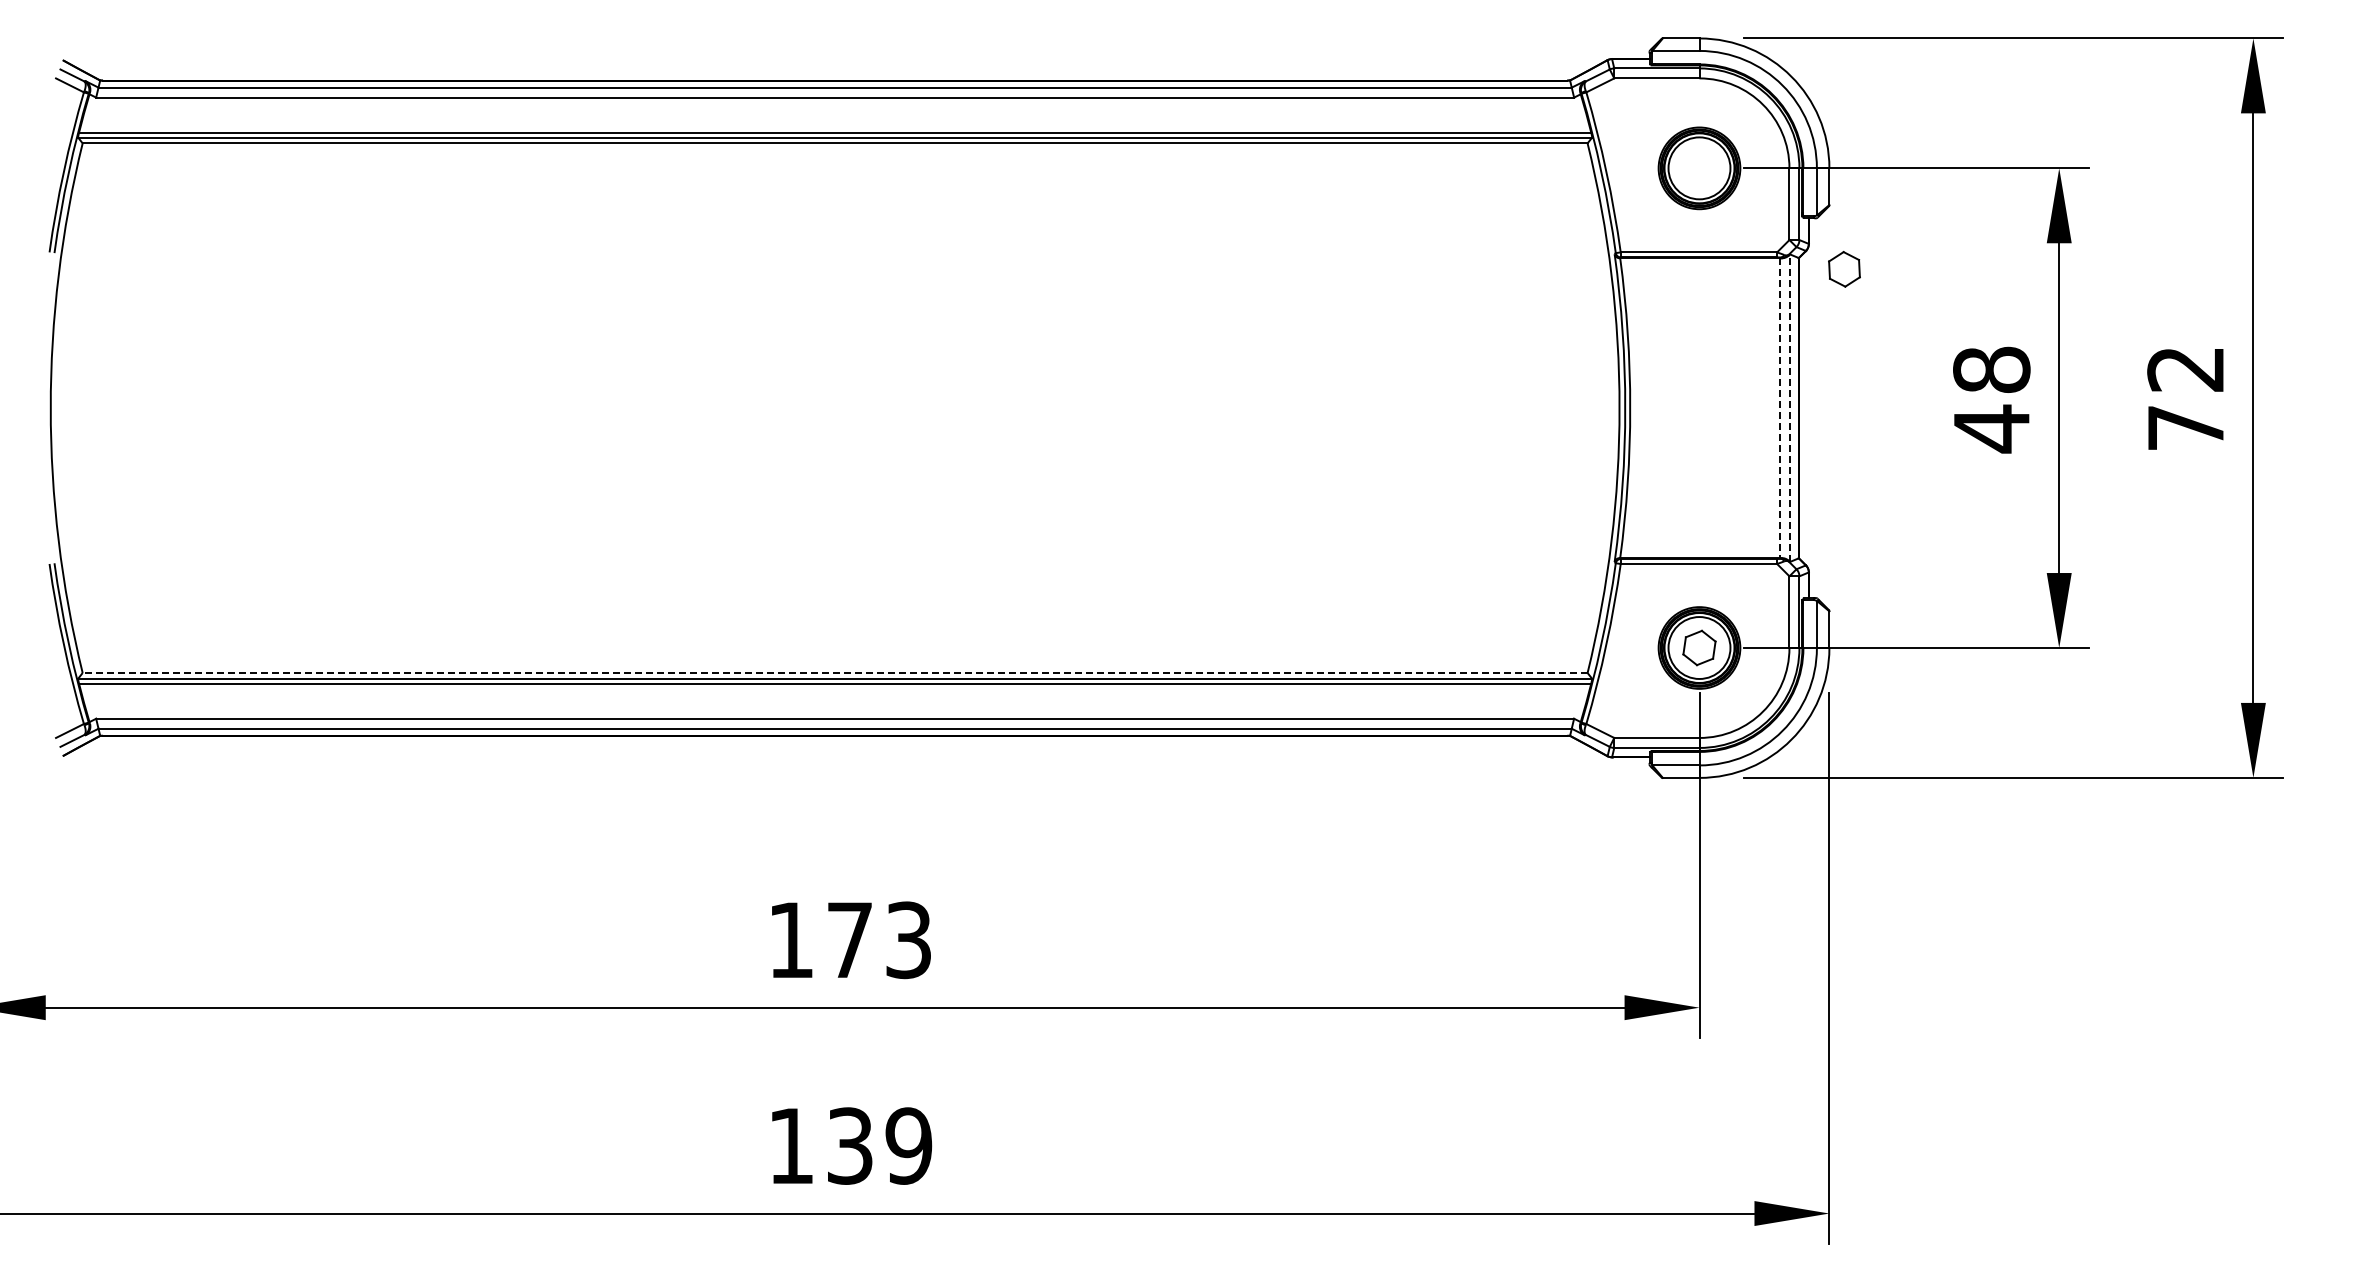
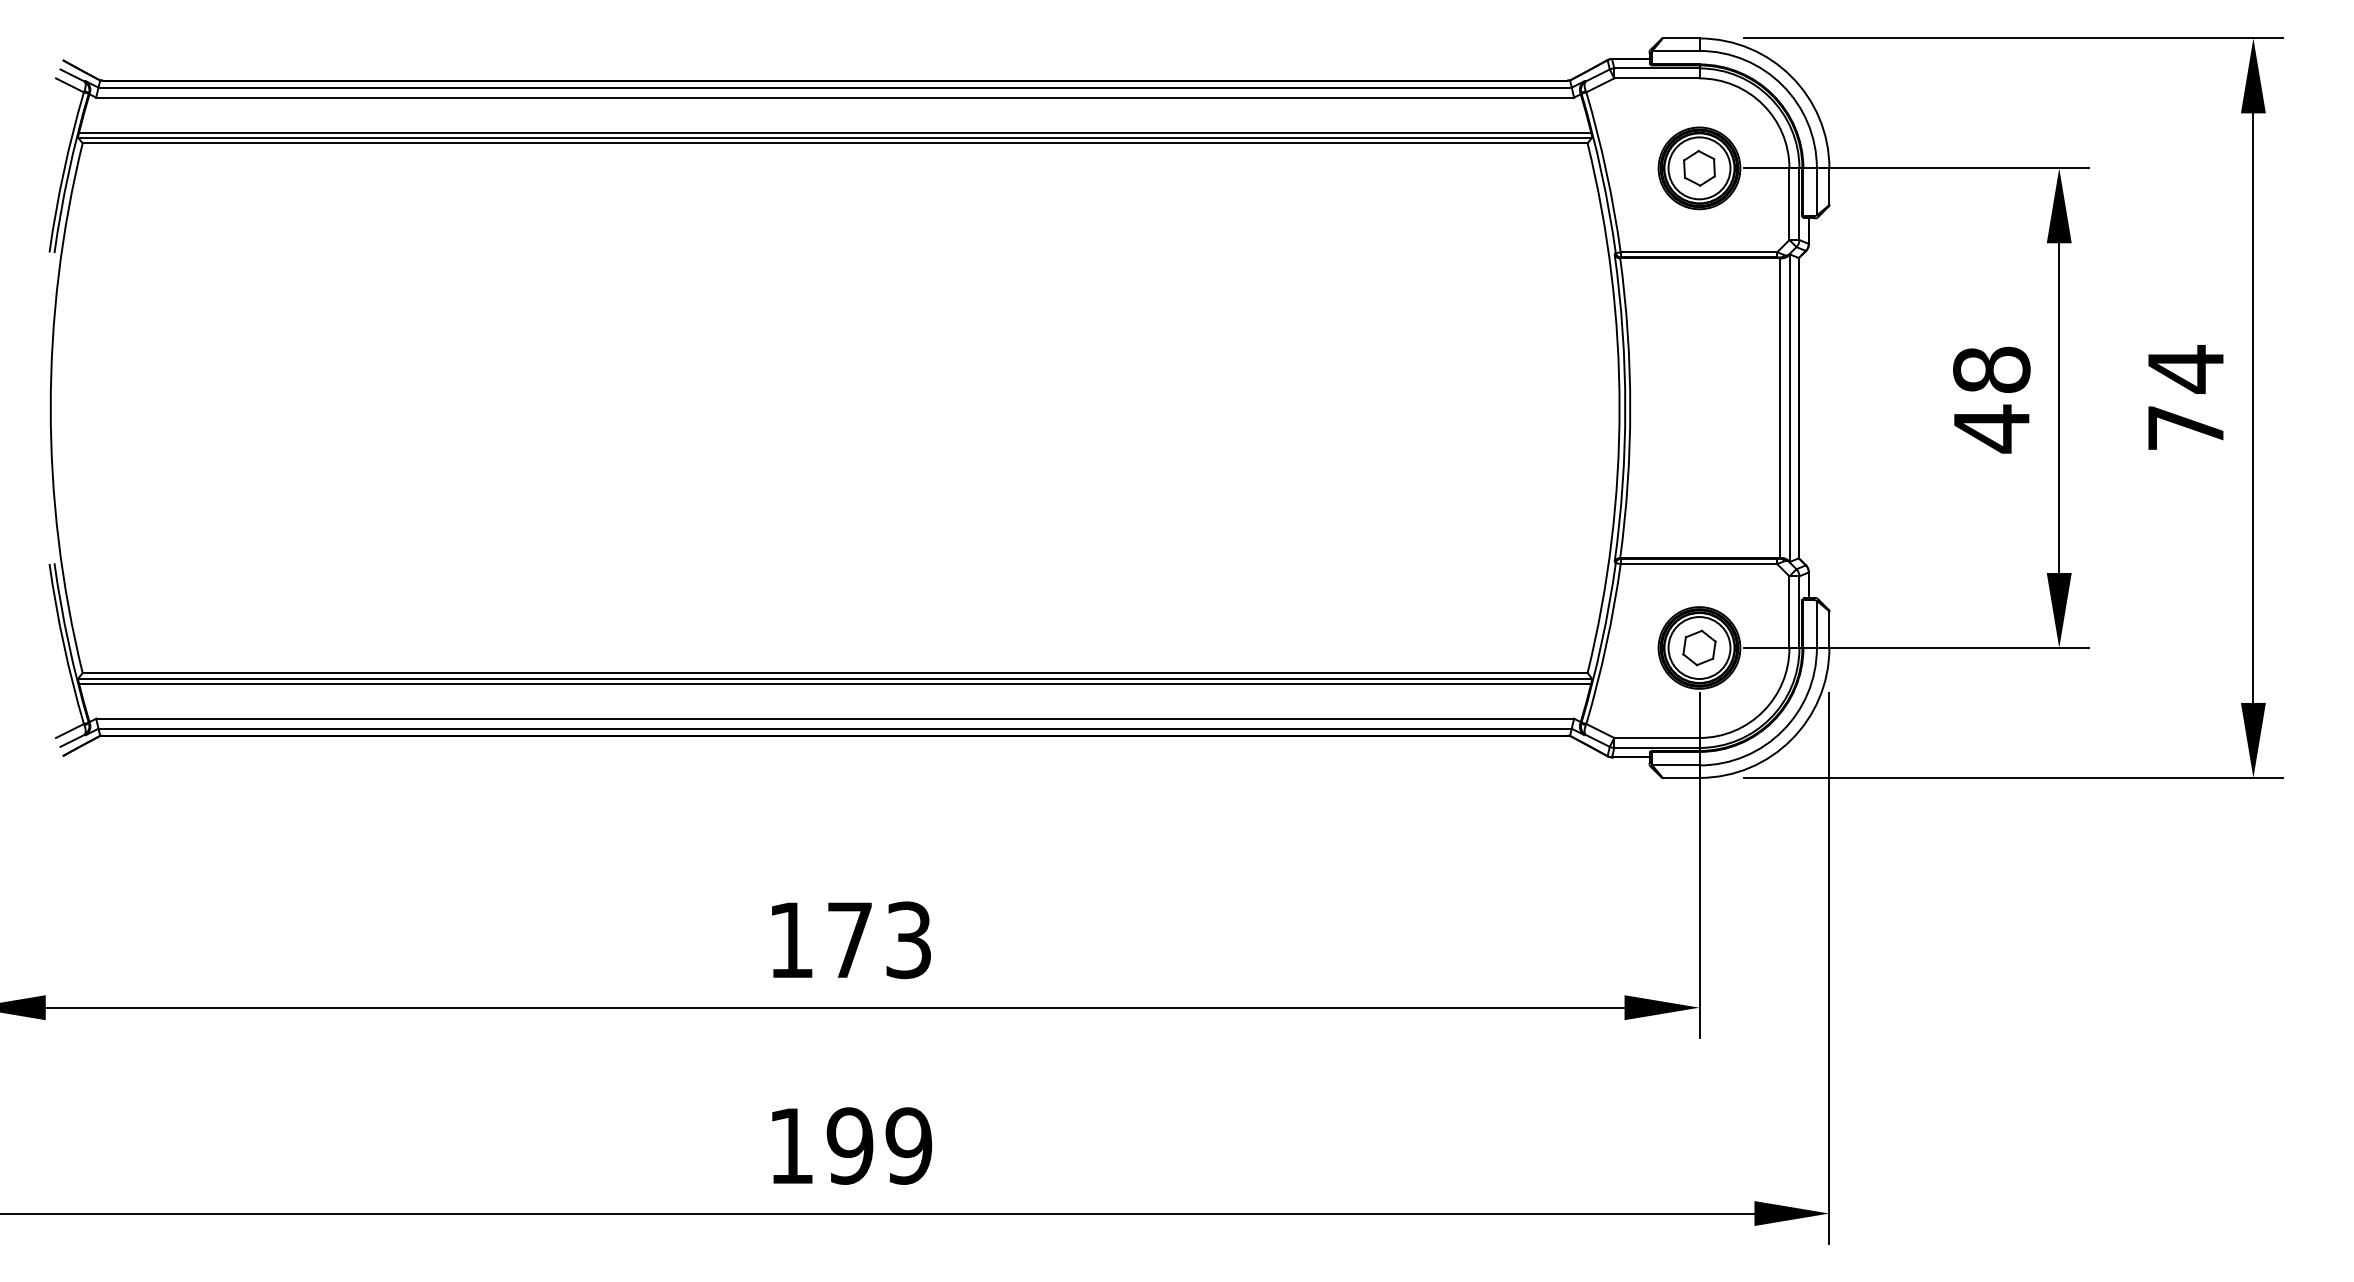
part at (1844, 269) position: (1844, 269) -> (1699, 168)
text at (2185, 369): 72 -> 74
line at (1780, 408): dashed -> solid
line at (1790, 408): dashed -> solid
line at (834, 672): dashed -> solid
text at (849, 1145): 139 -> 199
